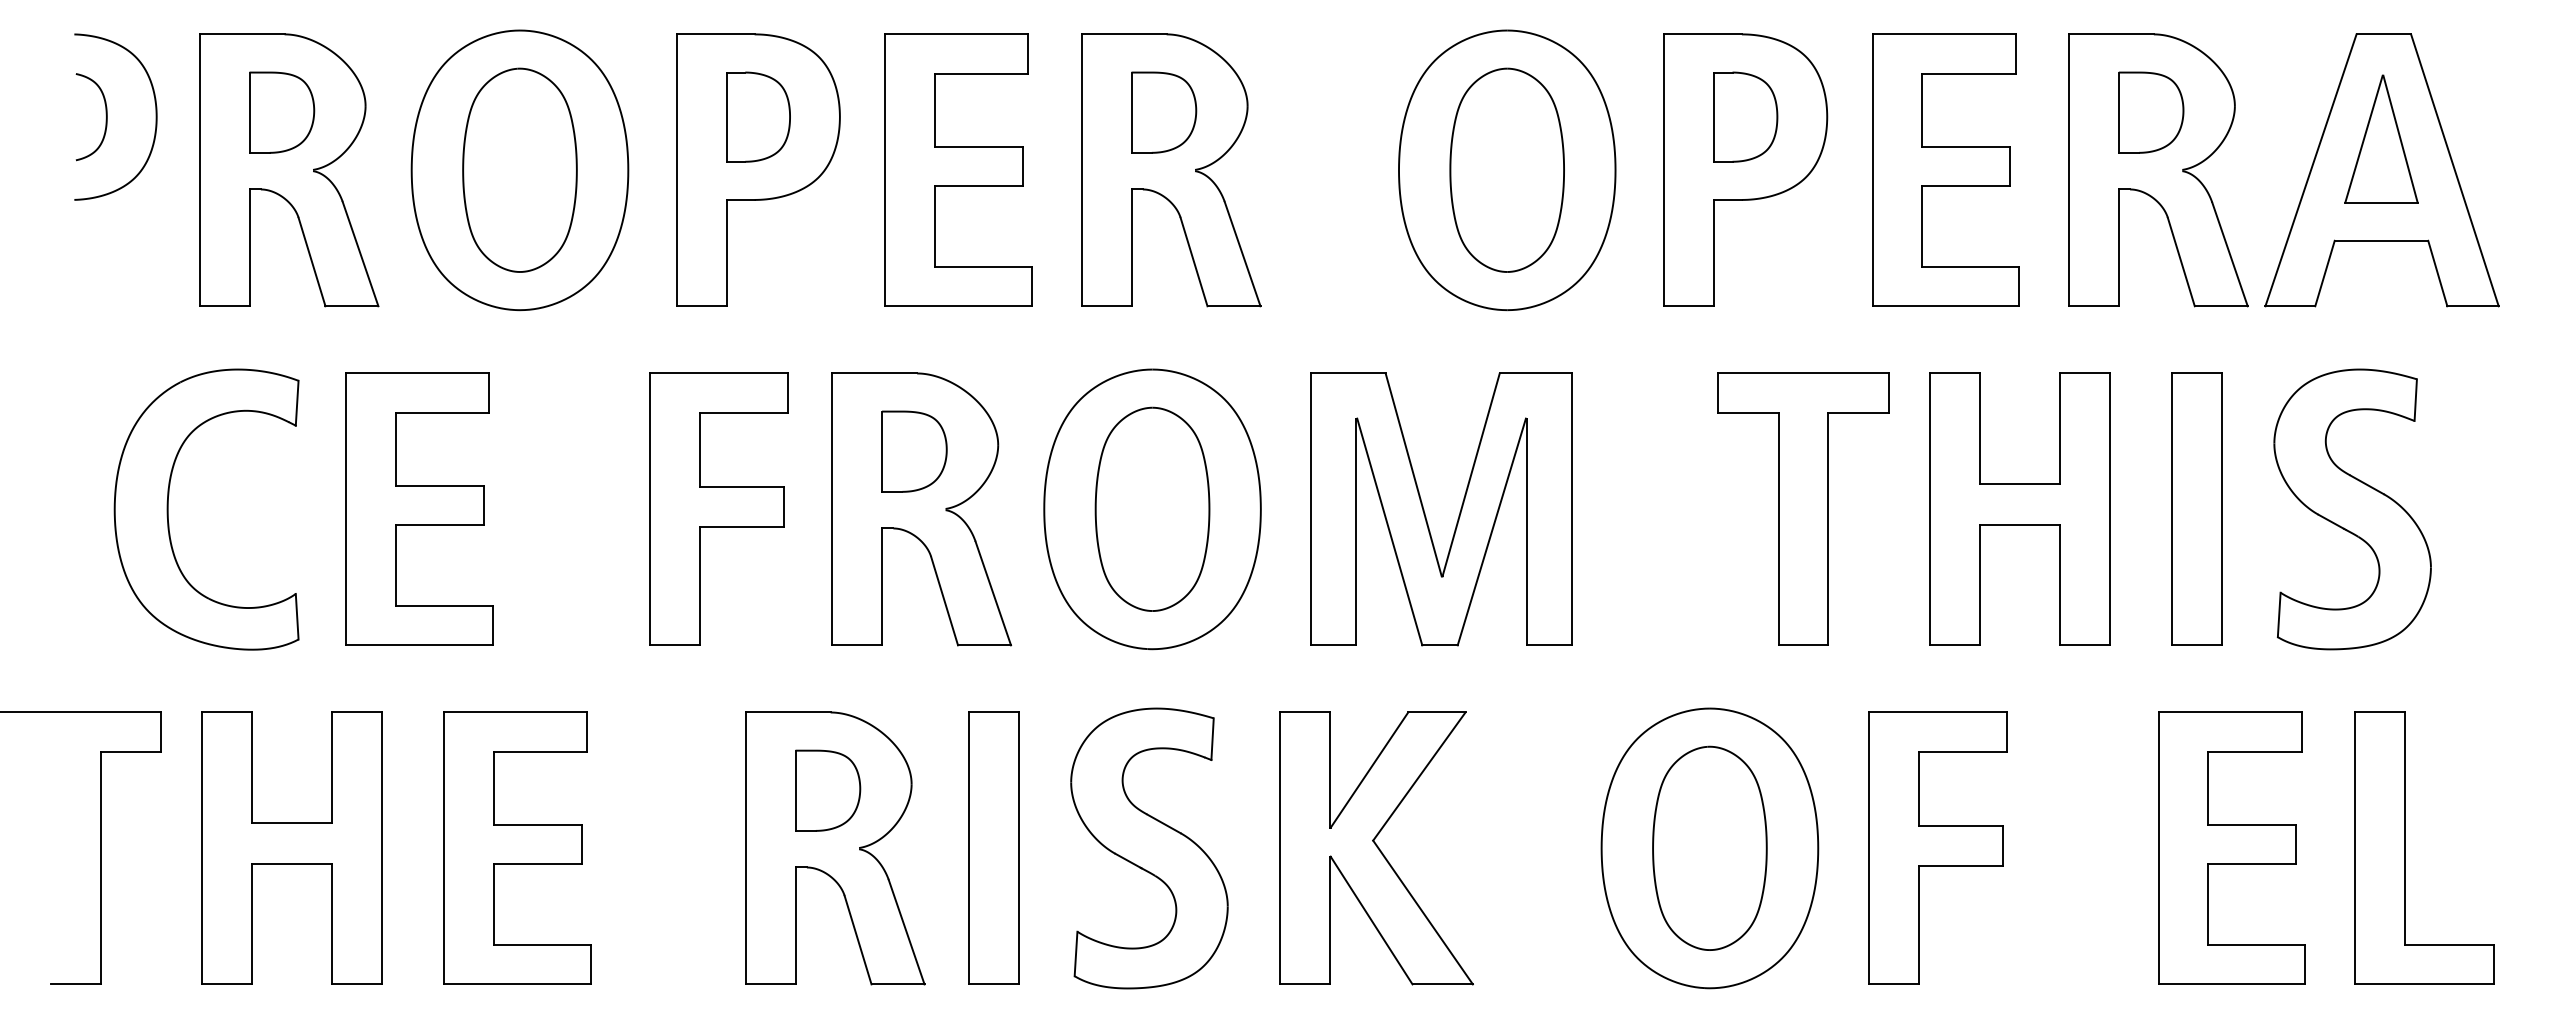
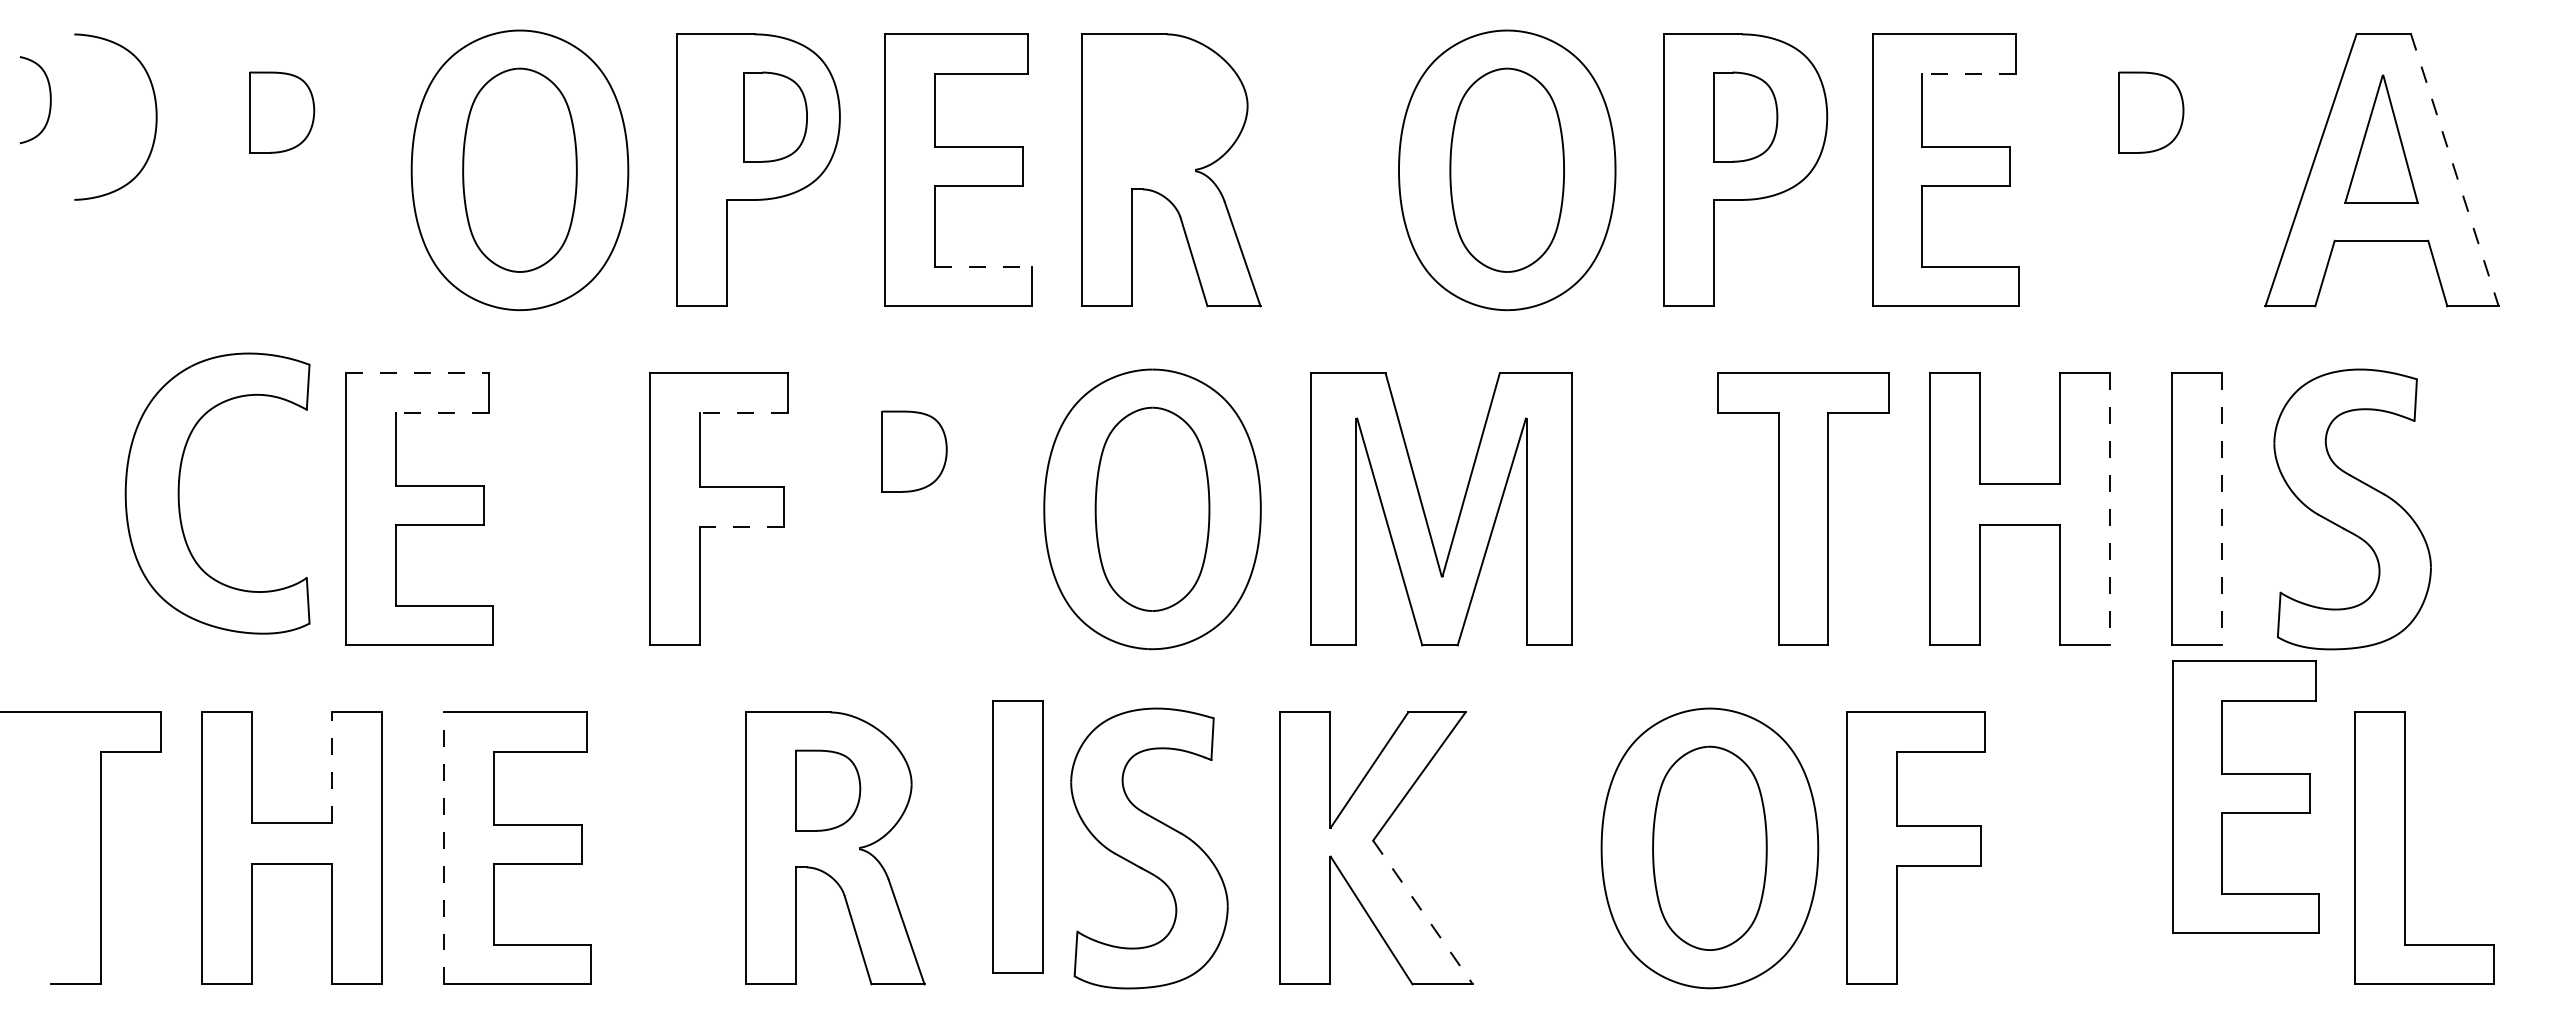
line at (1968, 74): solid -> dashed
part at (1164, 112): present -> none
part at (758, 116) position: (758, 116) -> (775, 116)
curve at (105, 118) position: (105, 118) -> (49, 101)
part at (289, 170): present -> none
part at (2158, 170): present -> none
line at (2454, 170): solid -> dashed
line at (983, 266): solid -> dashed
line at (418, 373): solid -> dashed
line at (442, 413): solid -> dashed
line at (743, 413): solid -> dashed
part at (168, 509) position: (168, 509) -> (179, 493)
part at (921, 509): present -> none
line at (2110, 509): solid -> dashed
line at (2222, 509): solid -> dashed
line at (741, 526): solid -> dashed
line at (332, 767): solid -> dashed
part at (993, 847) position: (993, 847) -> (1017, 836)
part at (1937, 847) position: (1937, 847) -> (1915, 847)
part at (2231, 847) position: (2231, 847) -> (2245, 796)
line at (444, 848): solid -> dashed
line at (1423, 912): solid -> dashed
